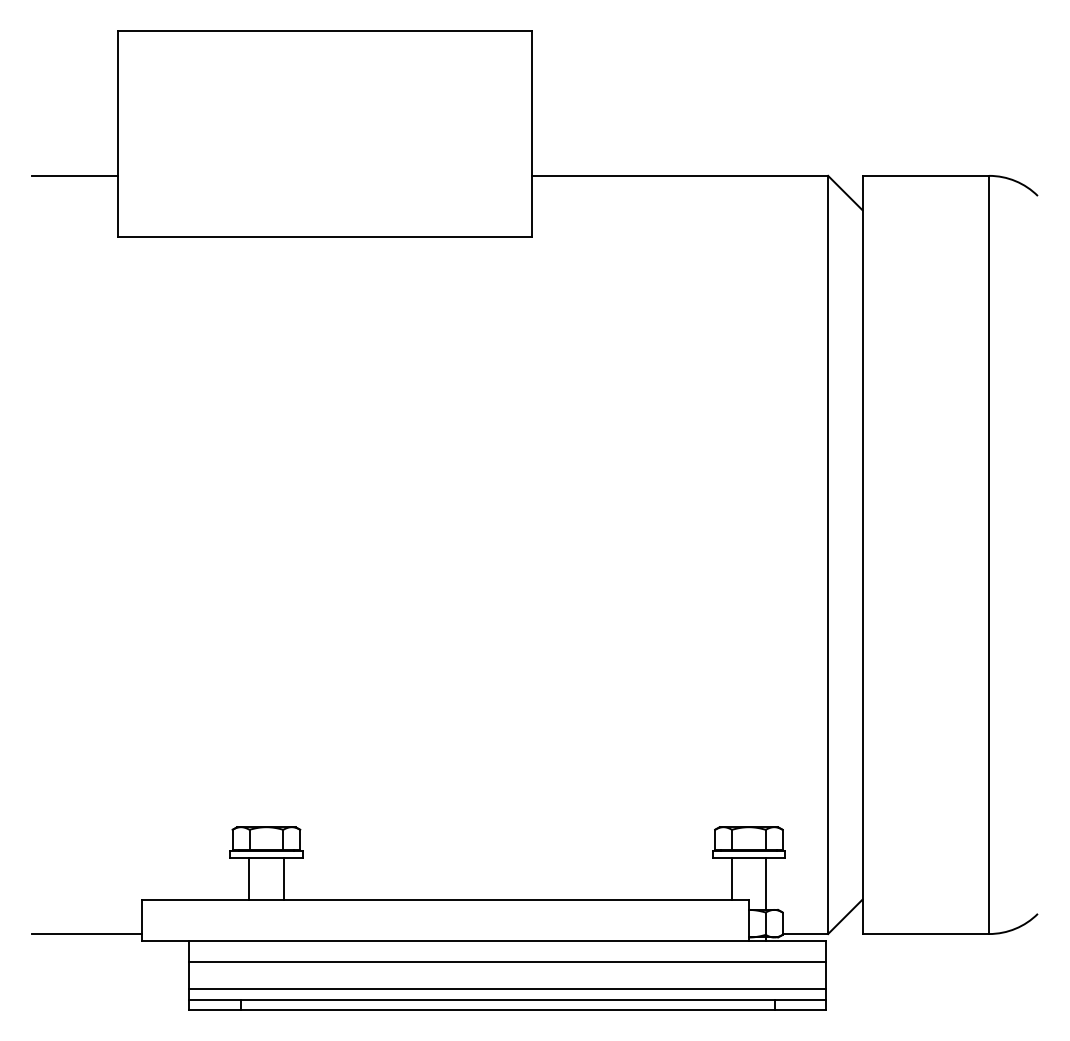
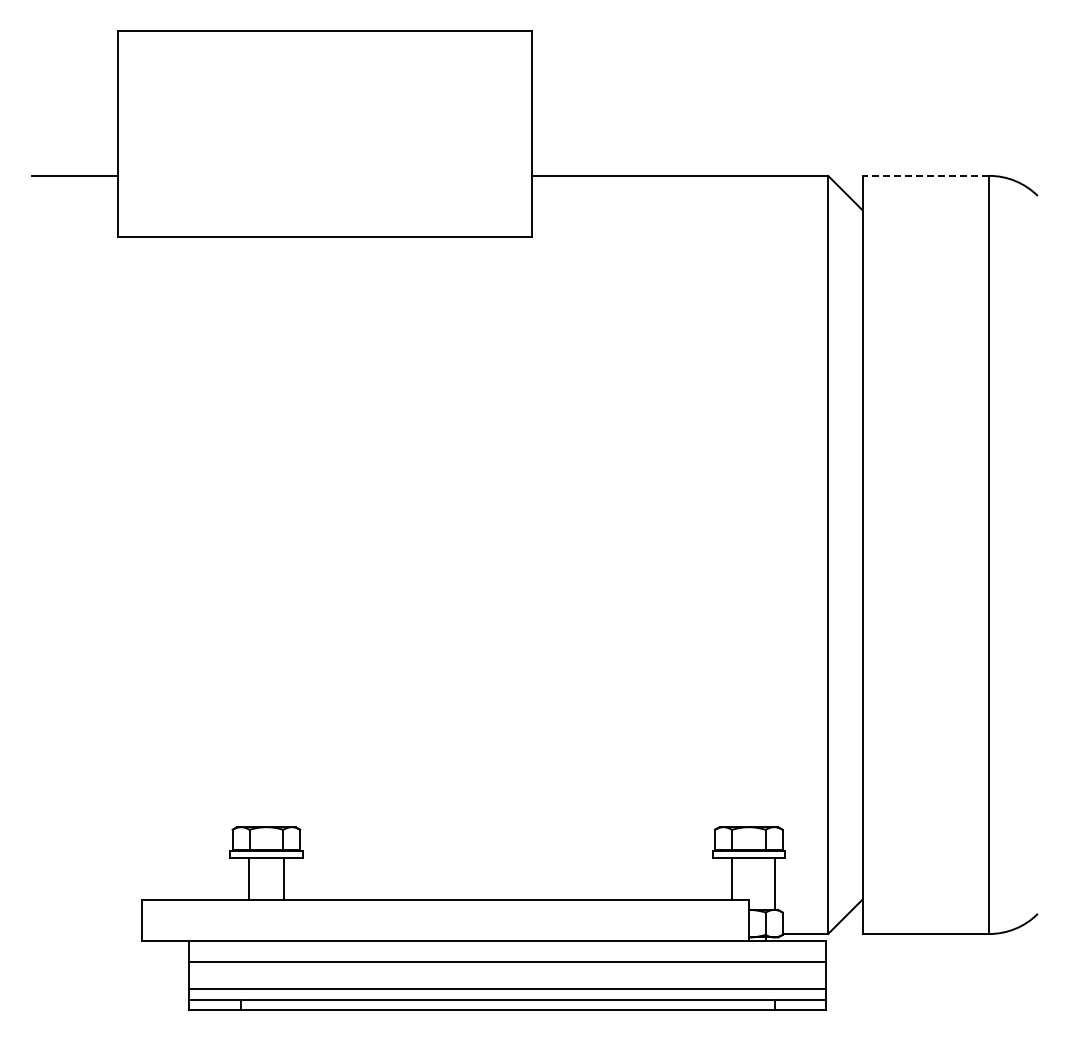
line at (925, 175): solid -> dashed
line at (766, 883) position: (766, 883) -> (775, 883)
line at (87, 934): present -> none
